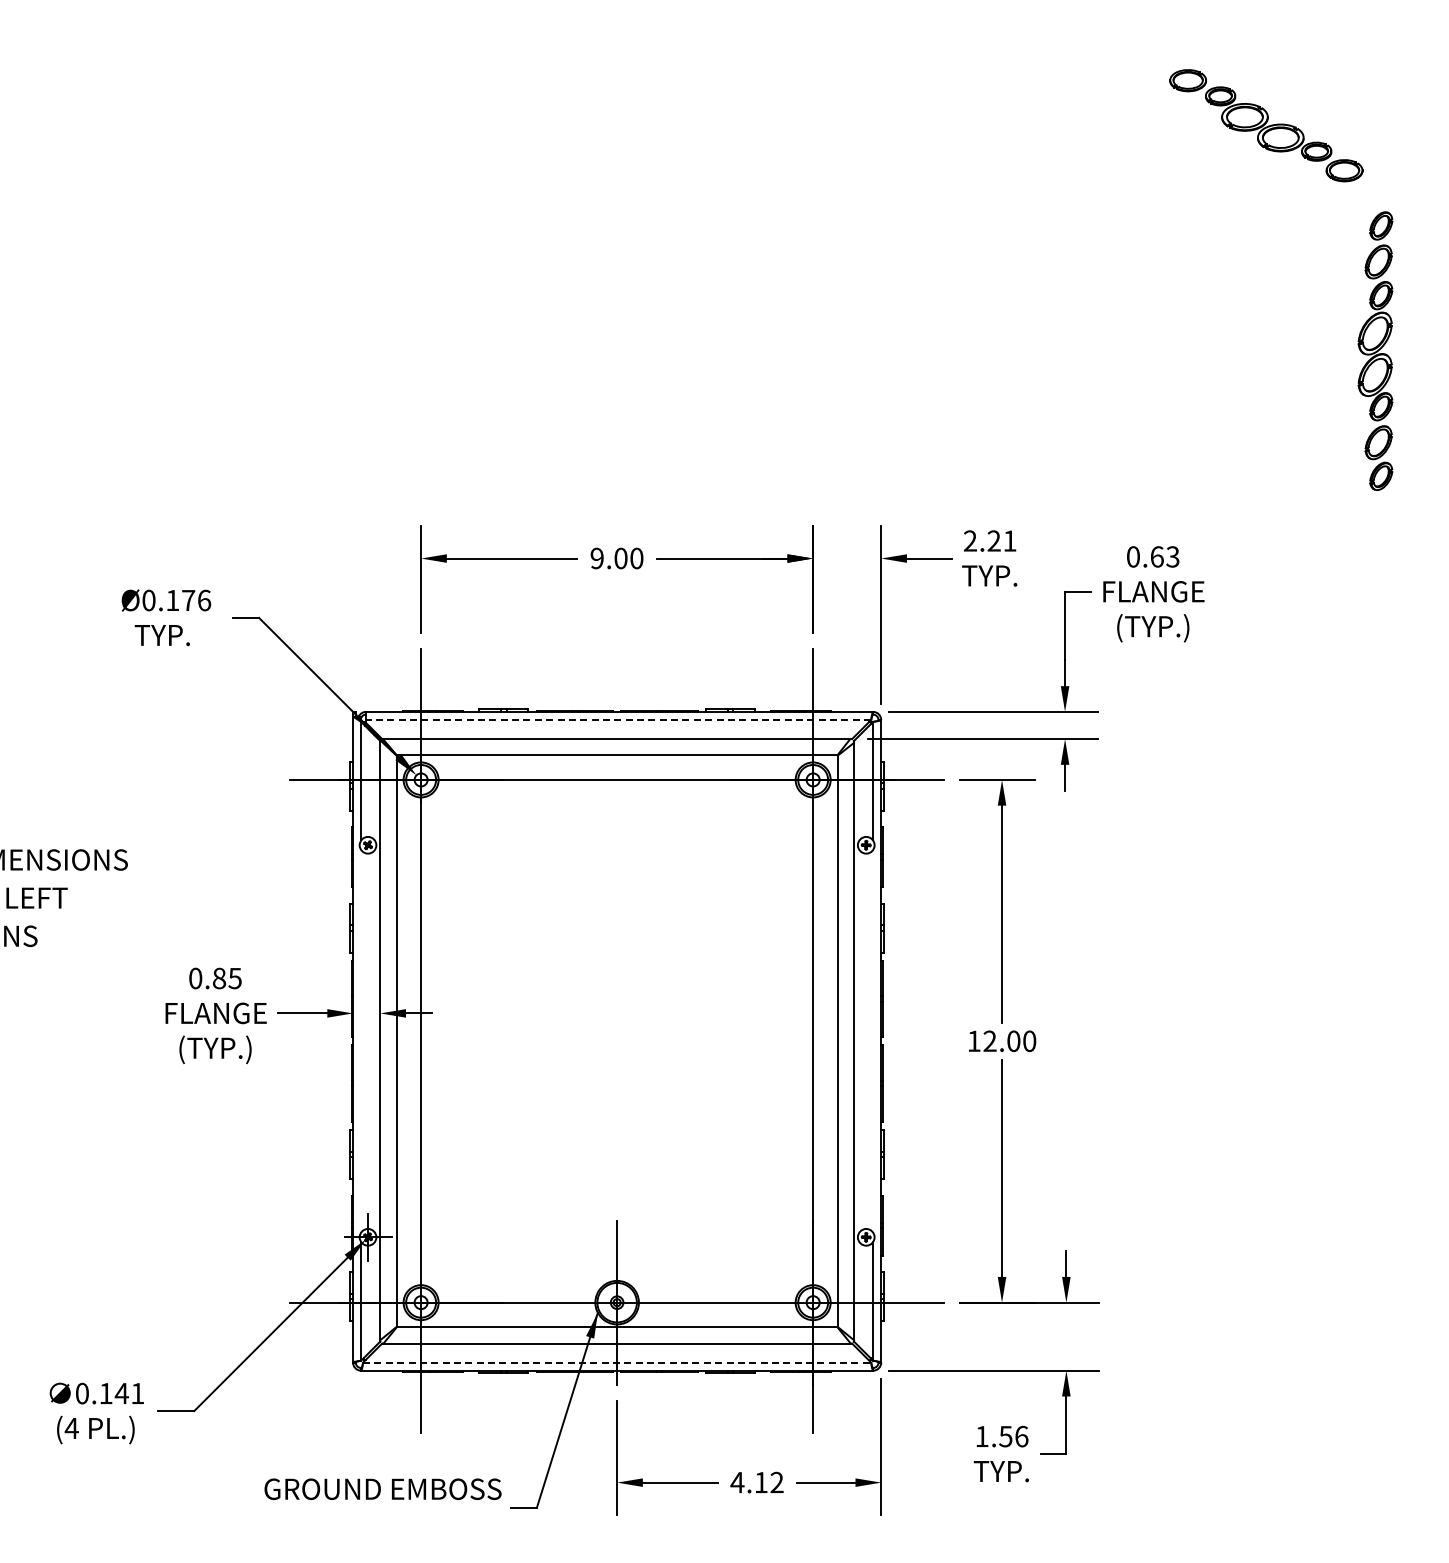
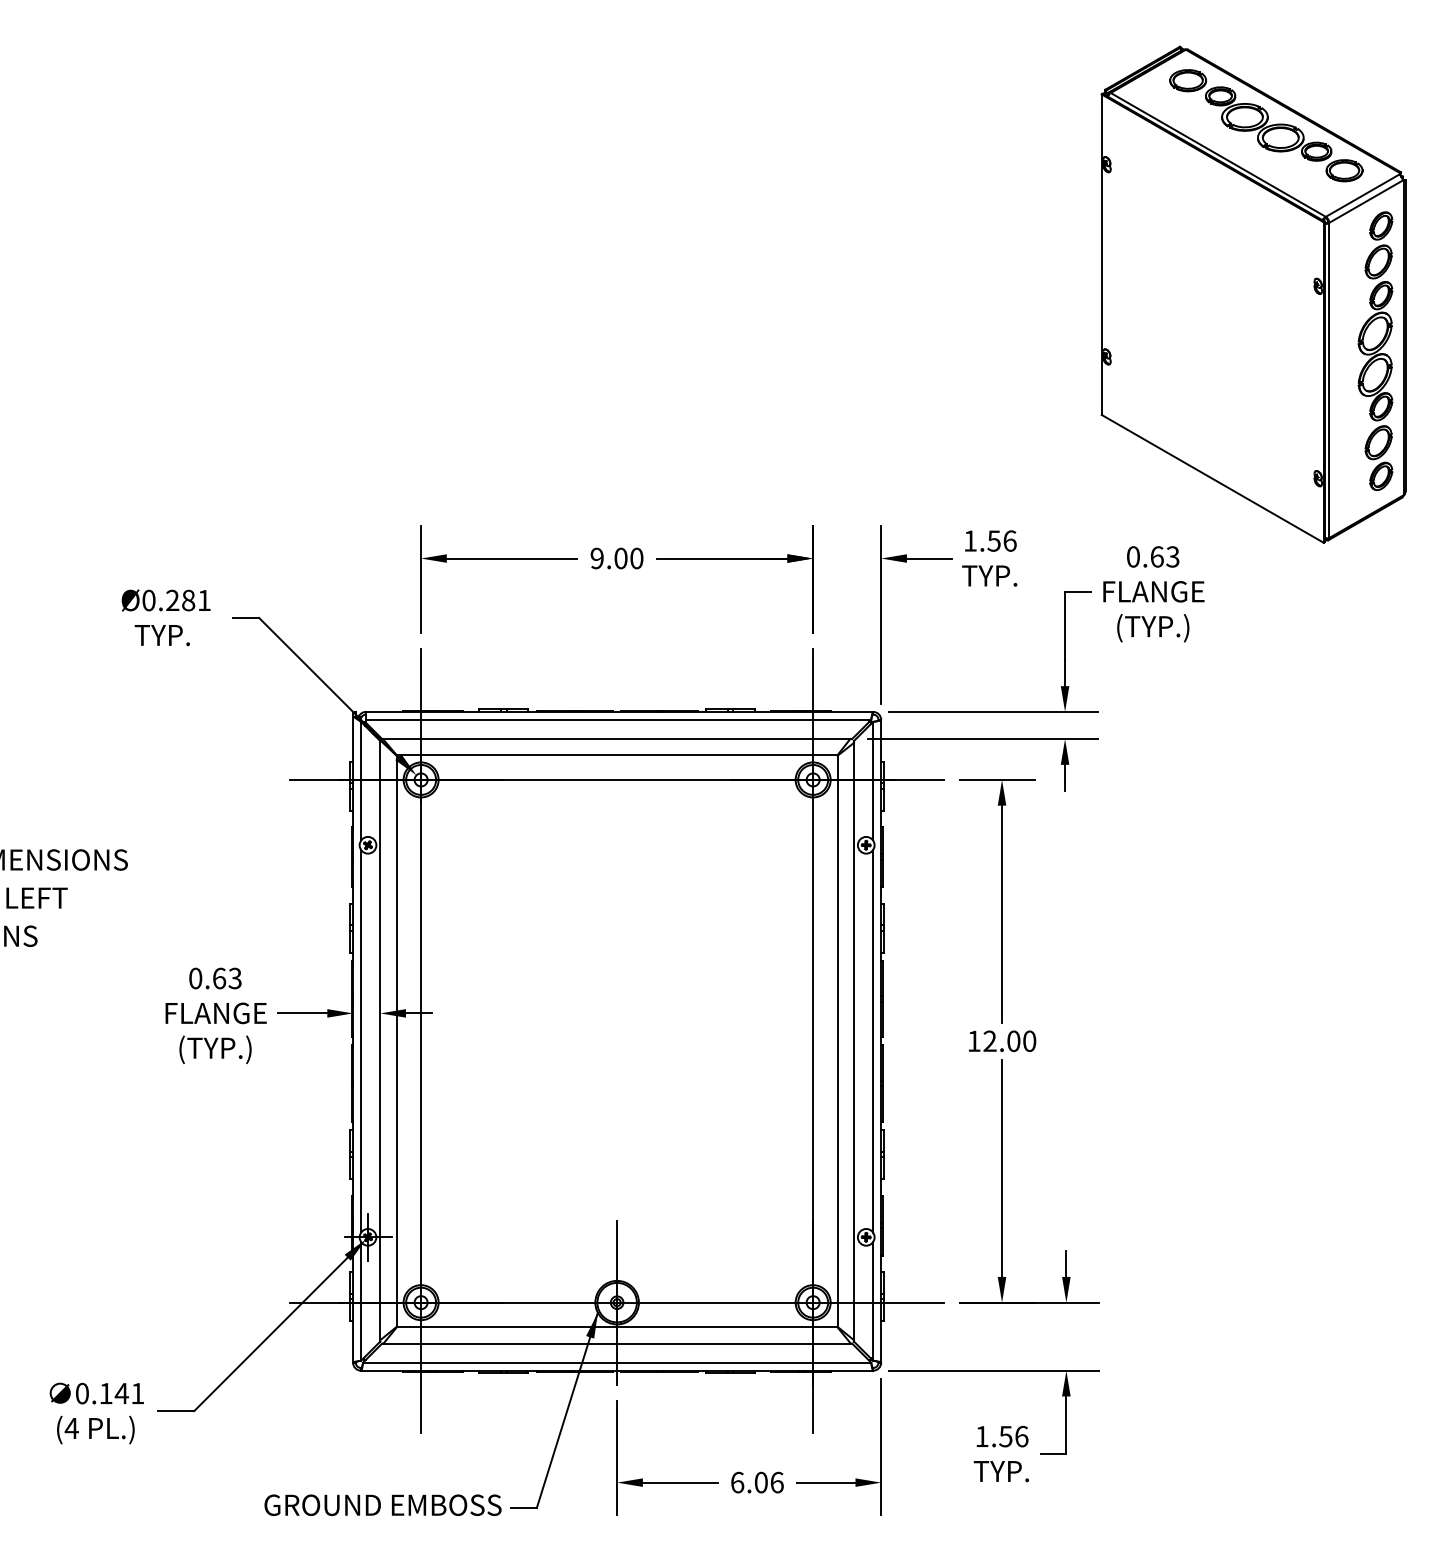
part at (1253, 294): none -> present
text at (989, 540): 2.21 -> 1.56
text at (188, 600): Ø0.176 -> Ø0.281
line at (618, 720): dashed -> solid
text at (227, 978): 0.85 -> 0.63
line at (361, 1041): none -> present
line at (873, 1041): none -> present
line at (617, 1362): dashed -> solid
text at (756, 1482): 4.12 -> 6.06
text at (382, 1488) position: (382, 1488) -> (382, 1504)
